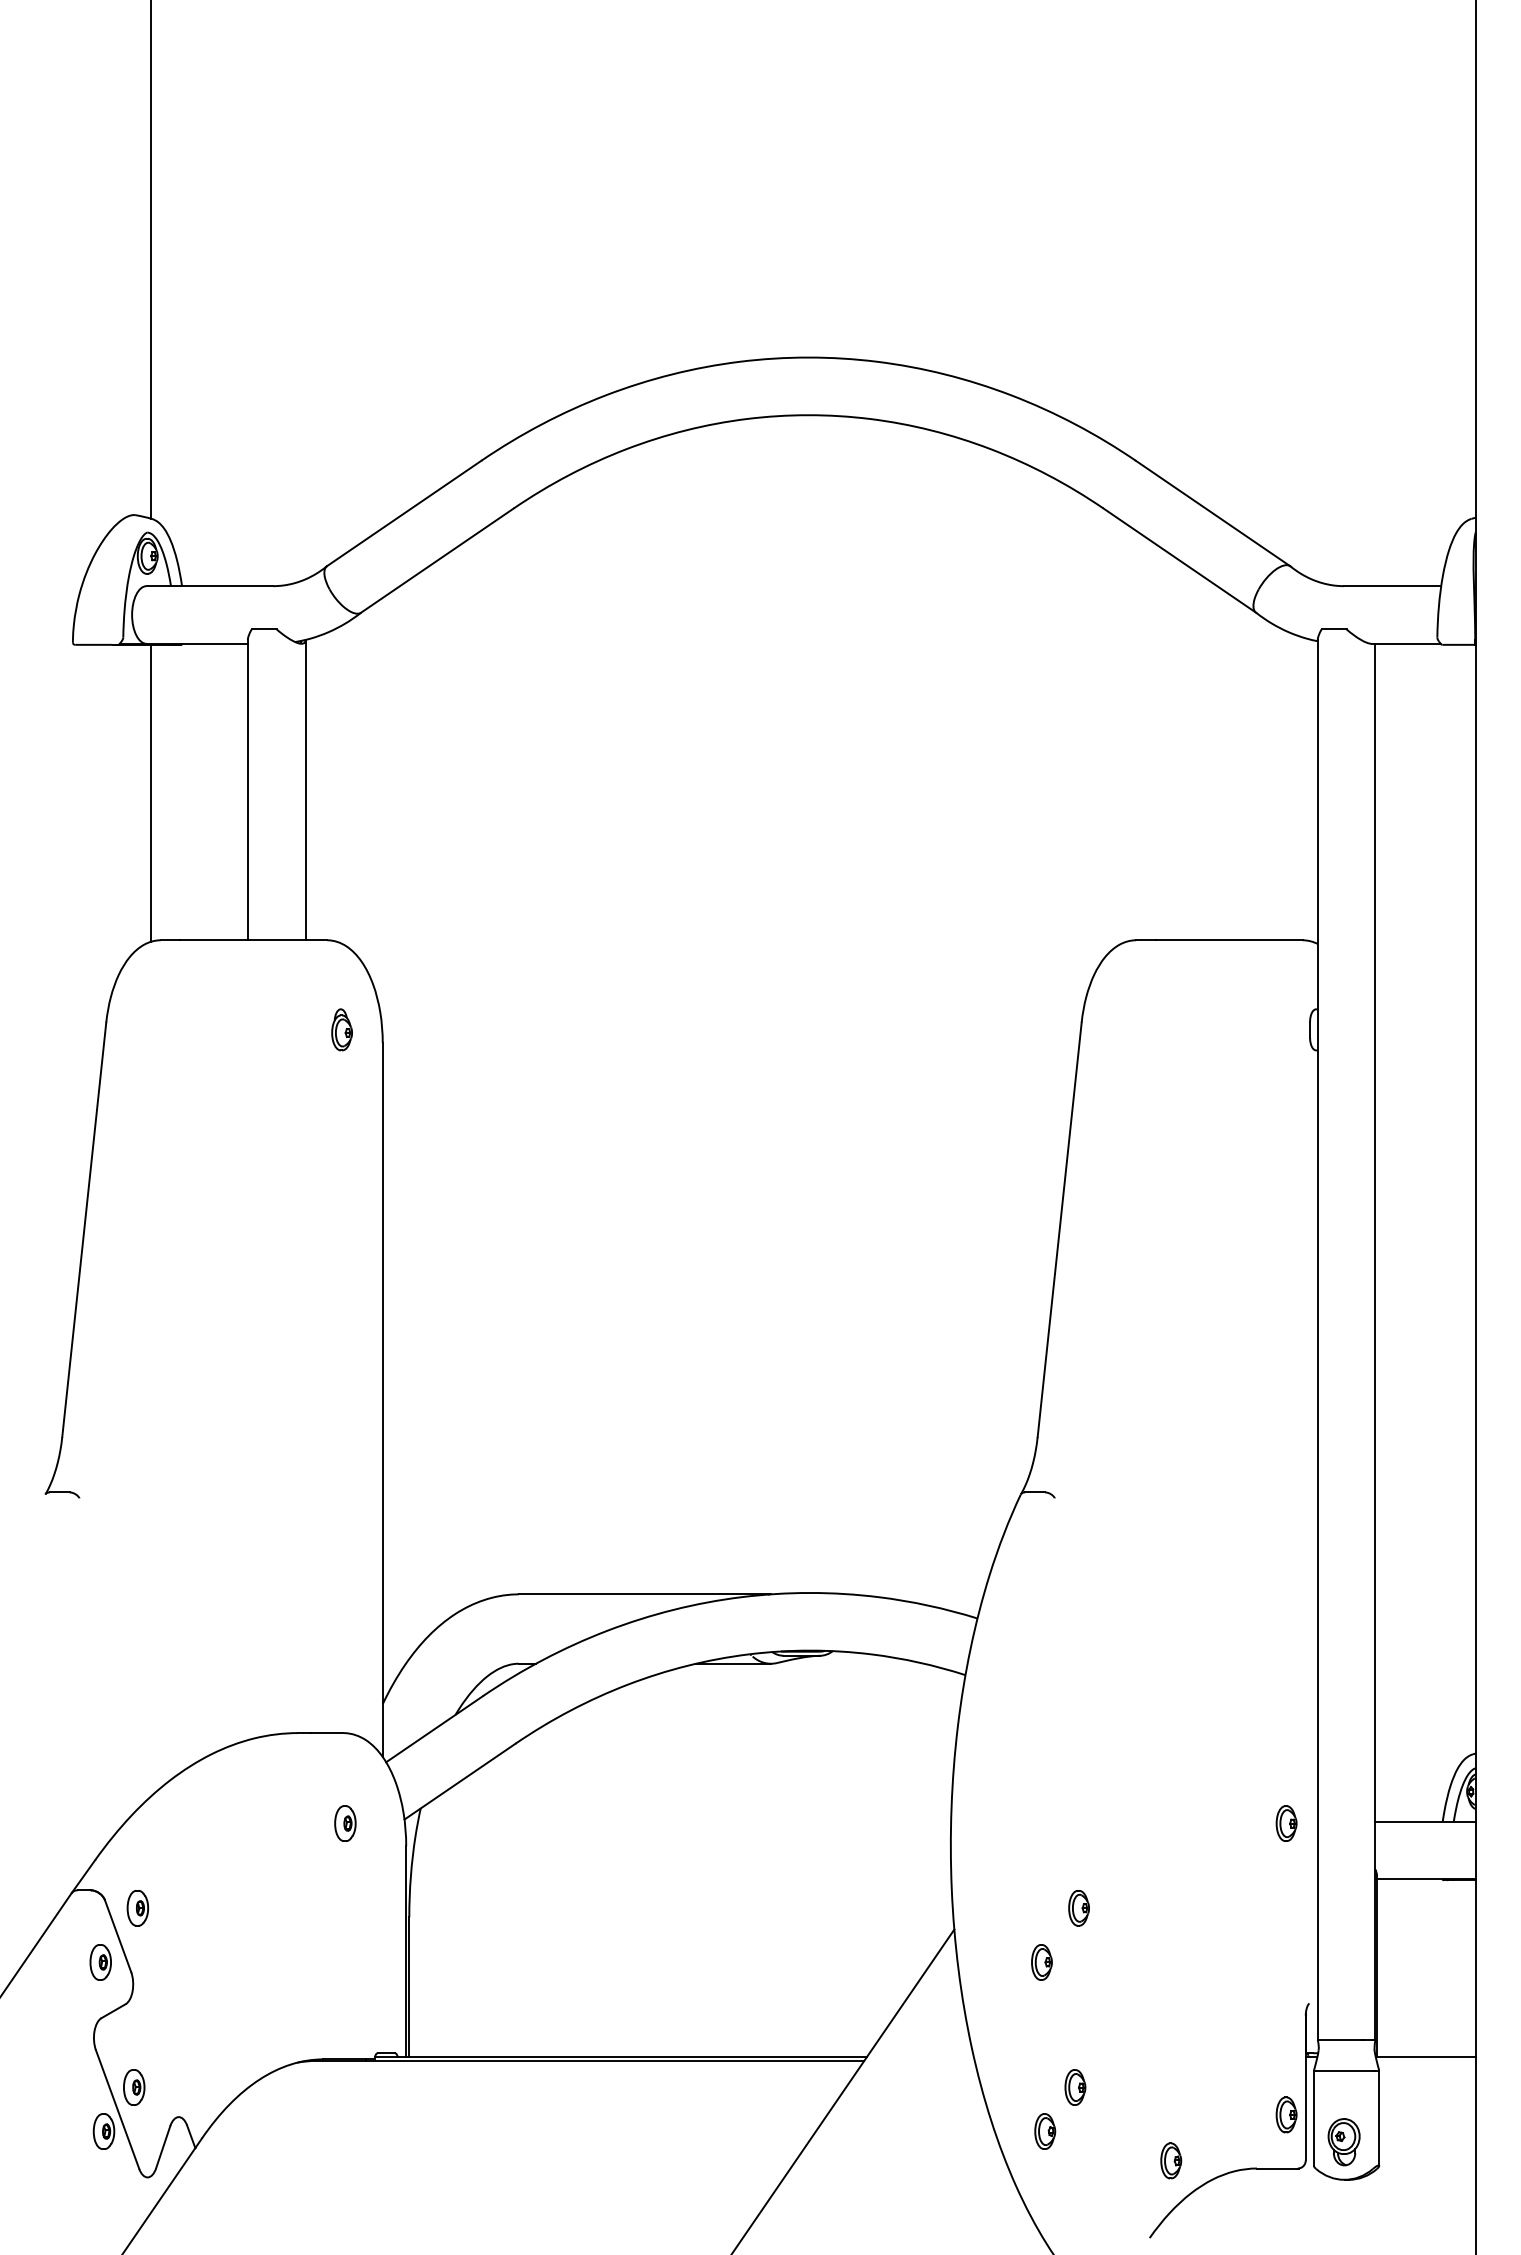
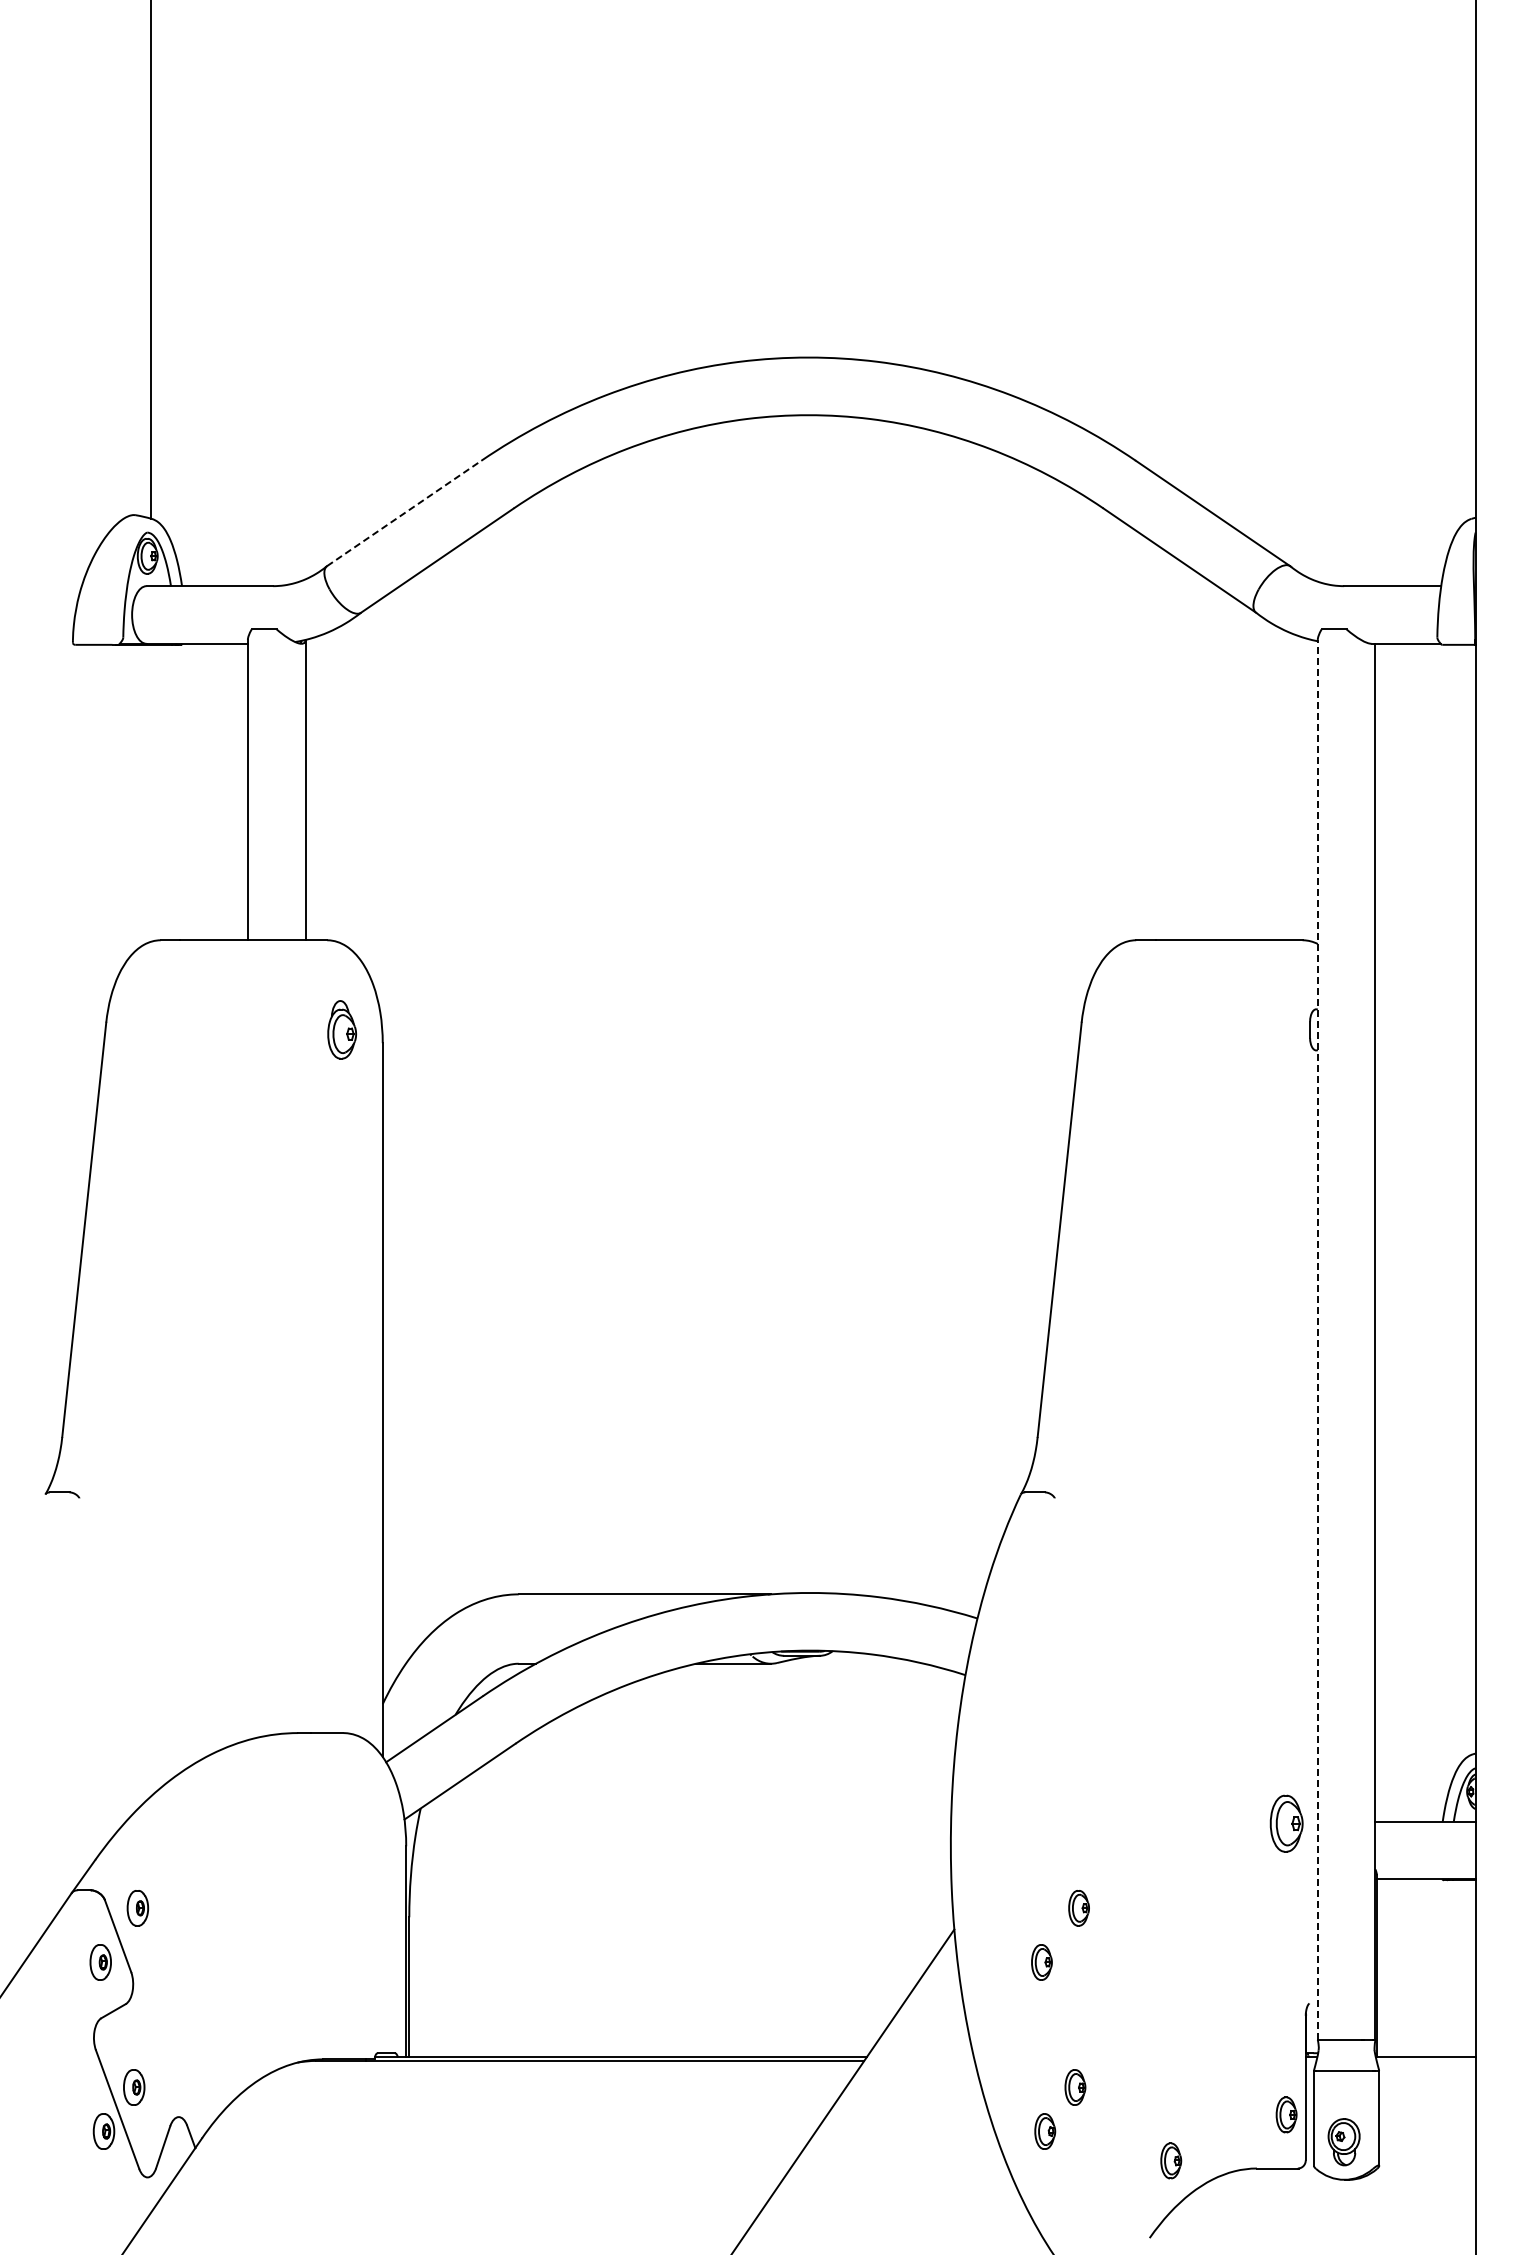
line at (404, 513): solid -> dashed
line at (150, 792): present -> none
part at (341, 1029) size: 22x44 px -> 30x60 px
line at (1317, 1339): solid -> dashed
part at (345, 1823): present -> none
part at (1286, 1823) size: 23x37 px -> 35x59 px
